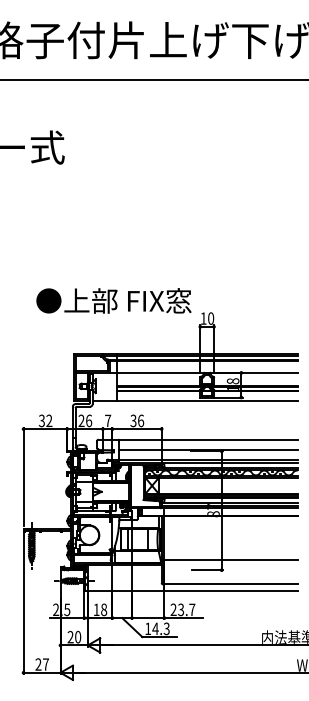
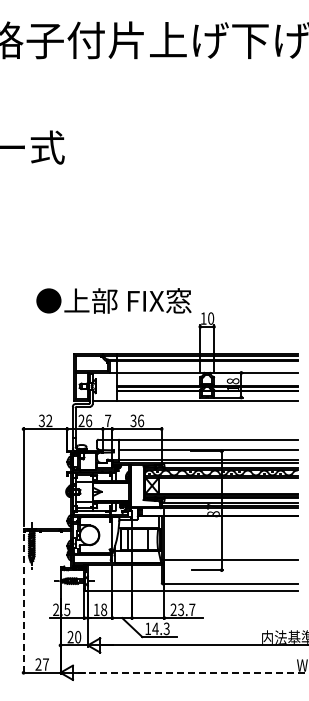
line at (153, 80): present -> none
line at (23, 604): solid -> dashed
line at (191, 672): solid -> dashed
